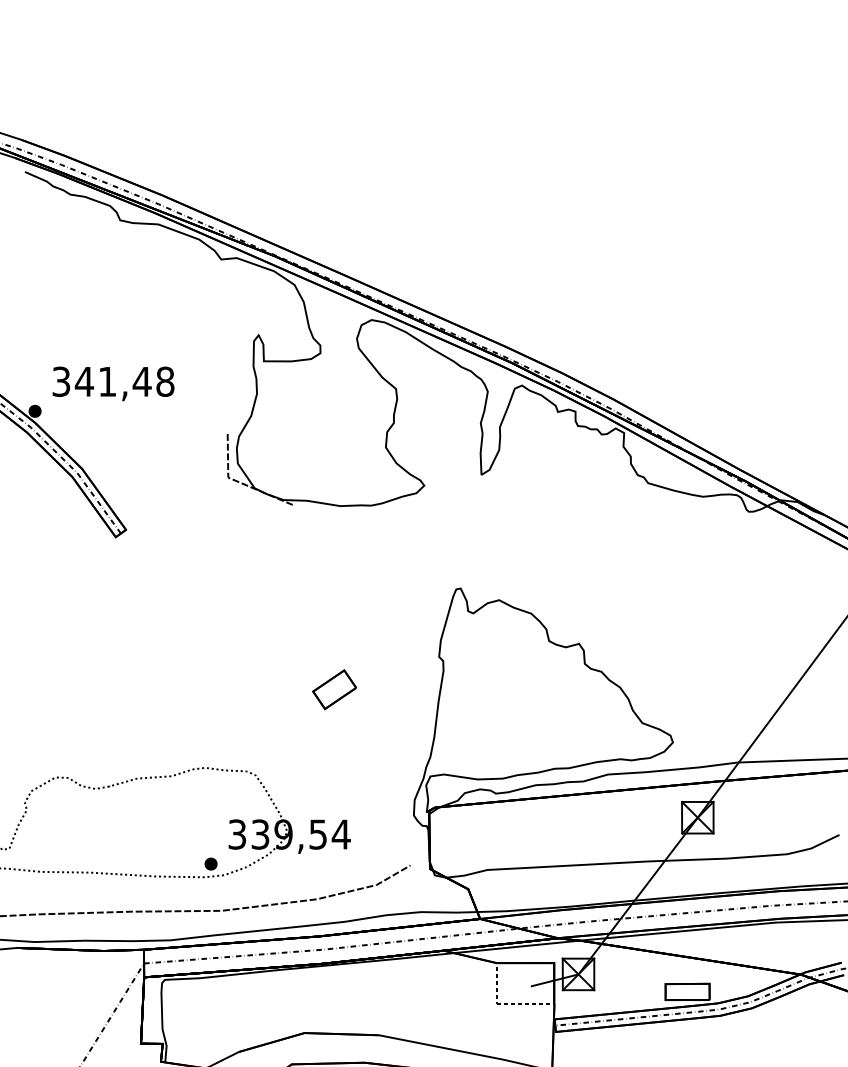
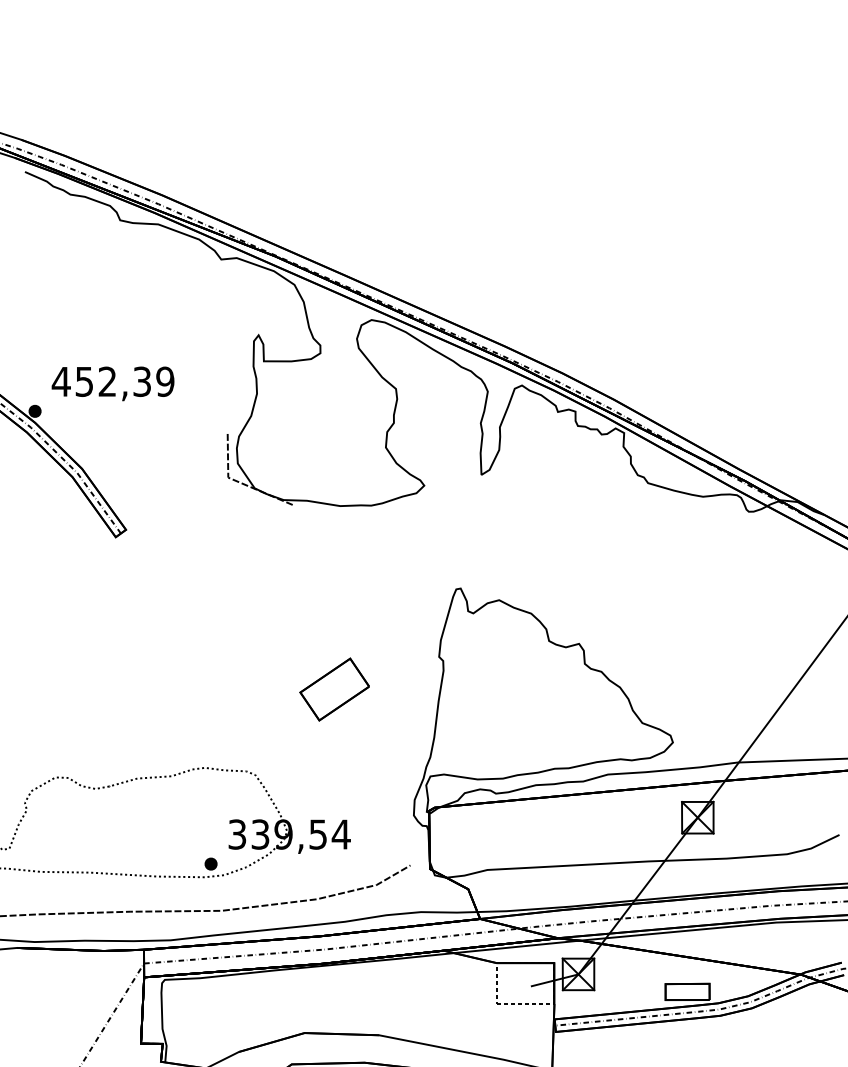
text at (112, 381): 341,48 -> 452,39
part at (334, 689) size: 45x42 px -> 71x65 px
